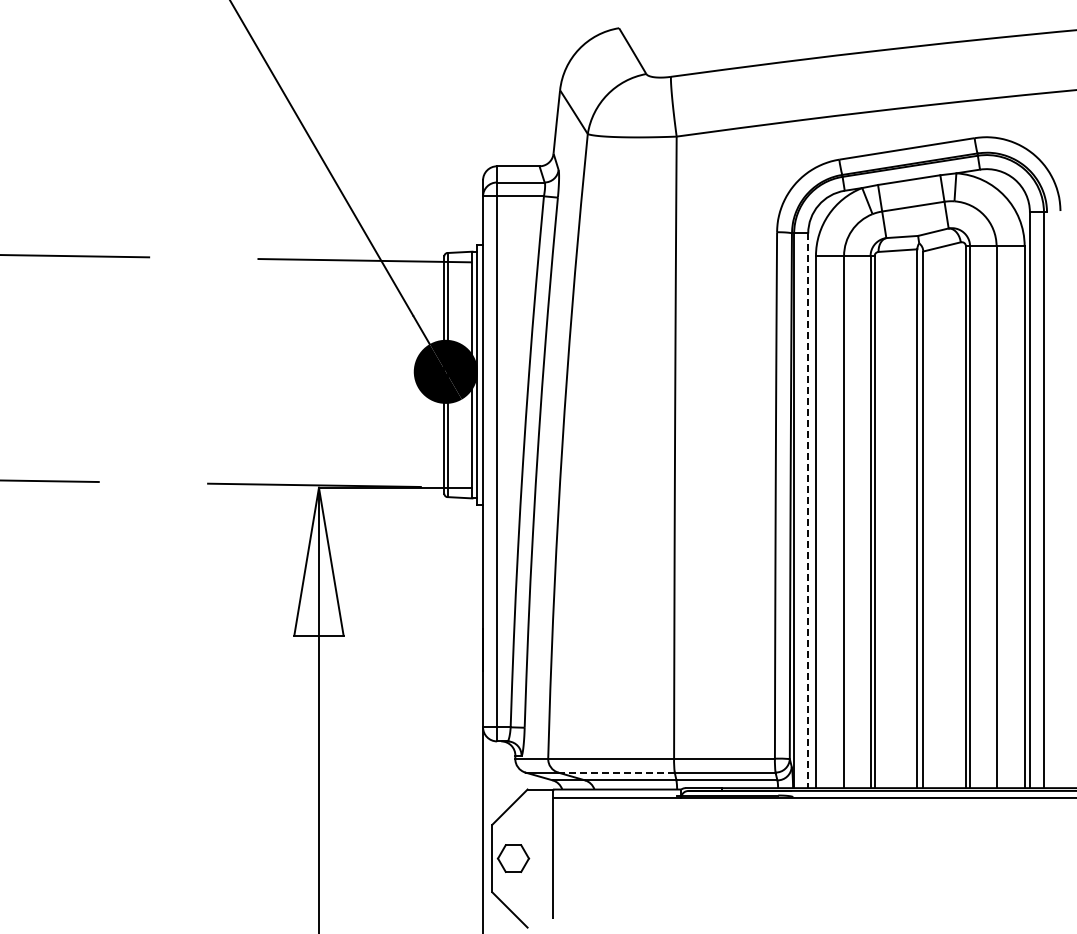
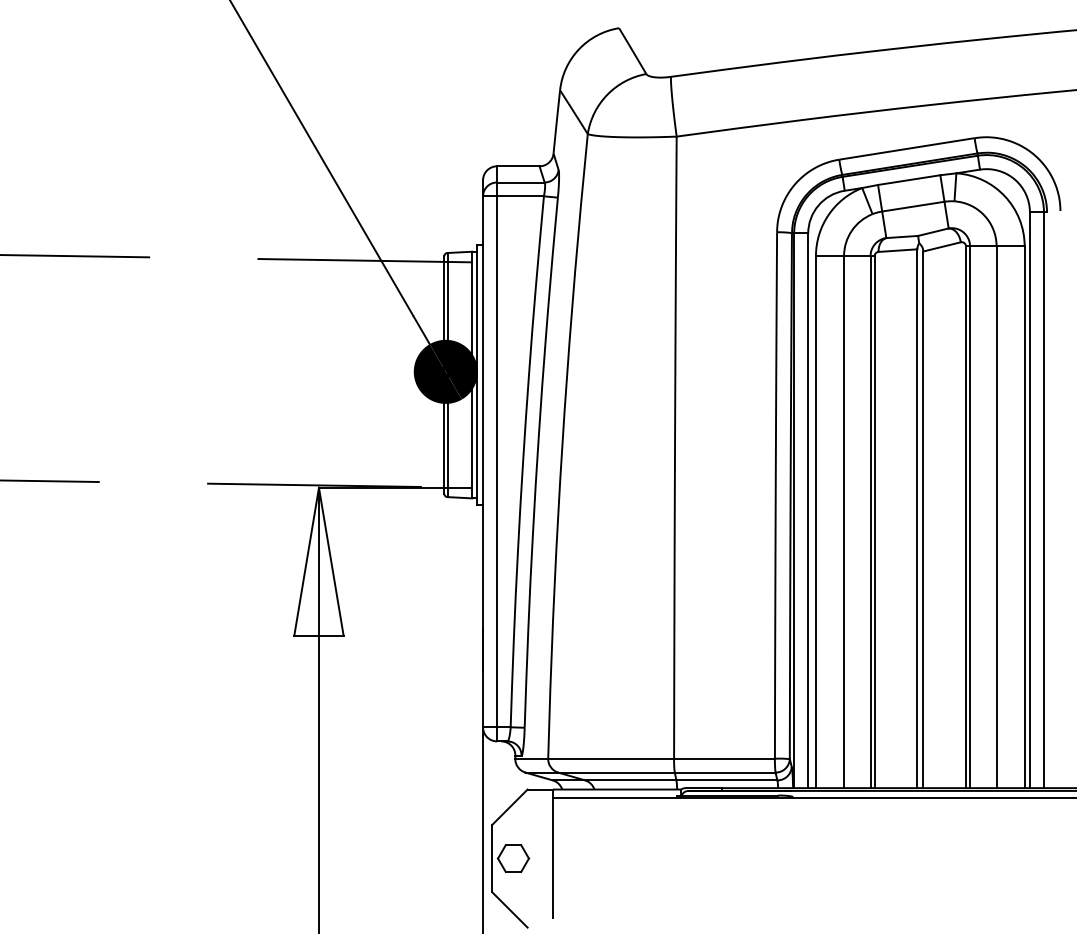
line at (808, 511): dashed -> solid
line at (616, 772): dashed -> solid
